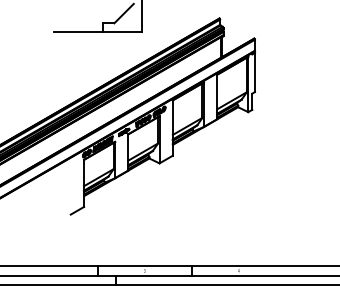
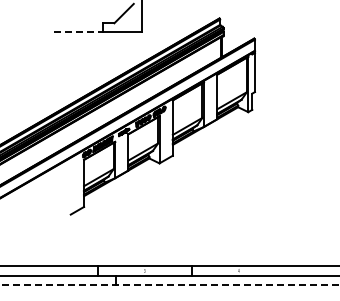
line at (79, 31): solid -> dashed
line at (170, 285): solid -> dashed
